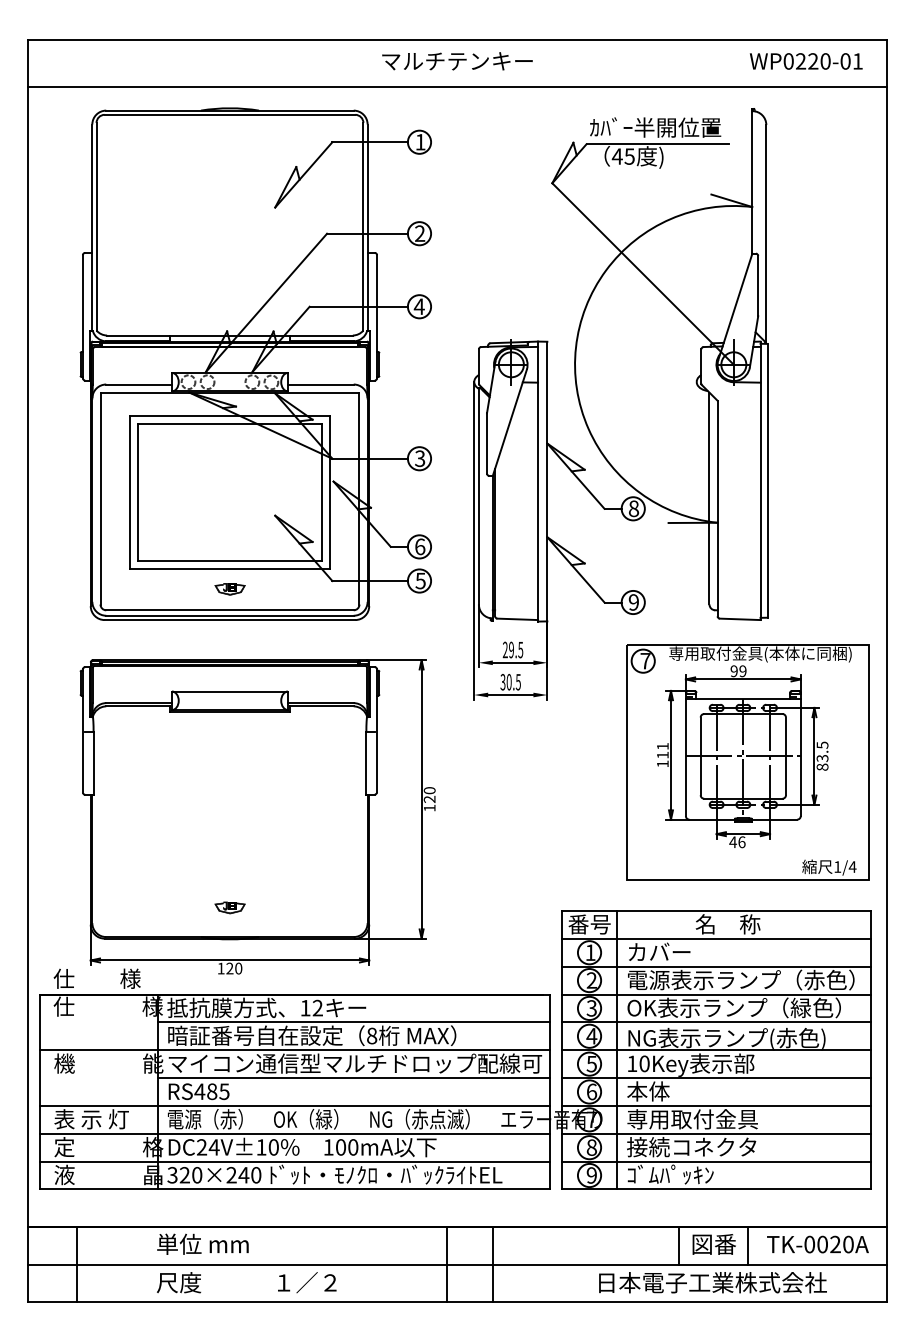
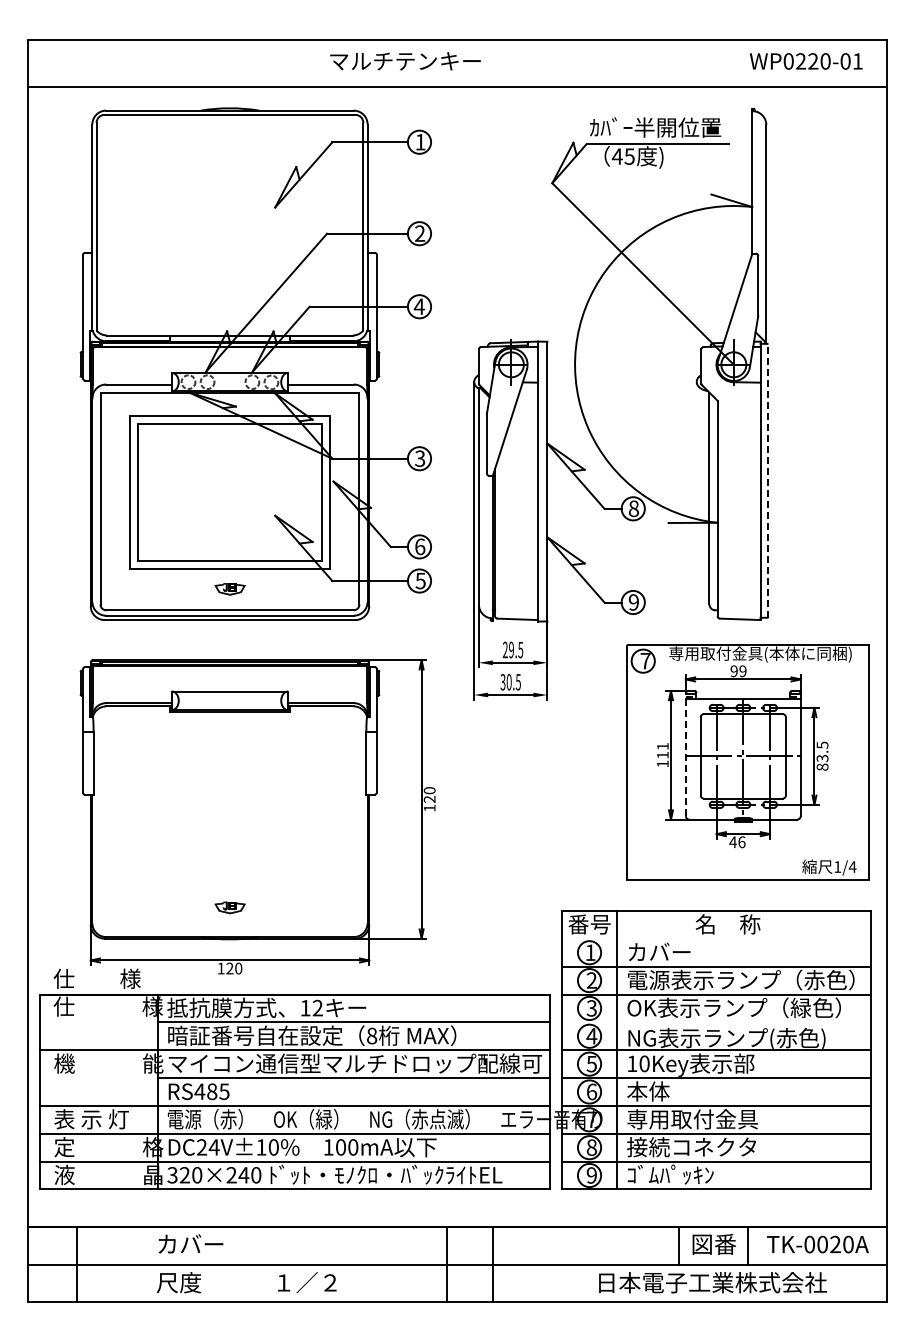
text at (457, 61) position: (457, 61) -> (405, 61)
line at (767, 480): solid -> dashed
line at (685, 754): solid -> dashed
line at (715, 938): present -> none
line at (715, 1022): present -> none
text at (202, 1243): 単位 mm -> カバー
